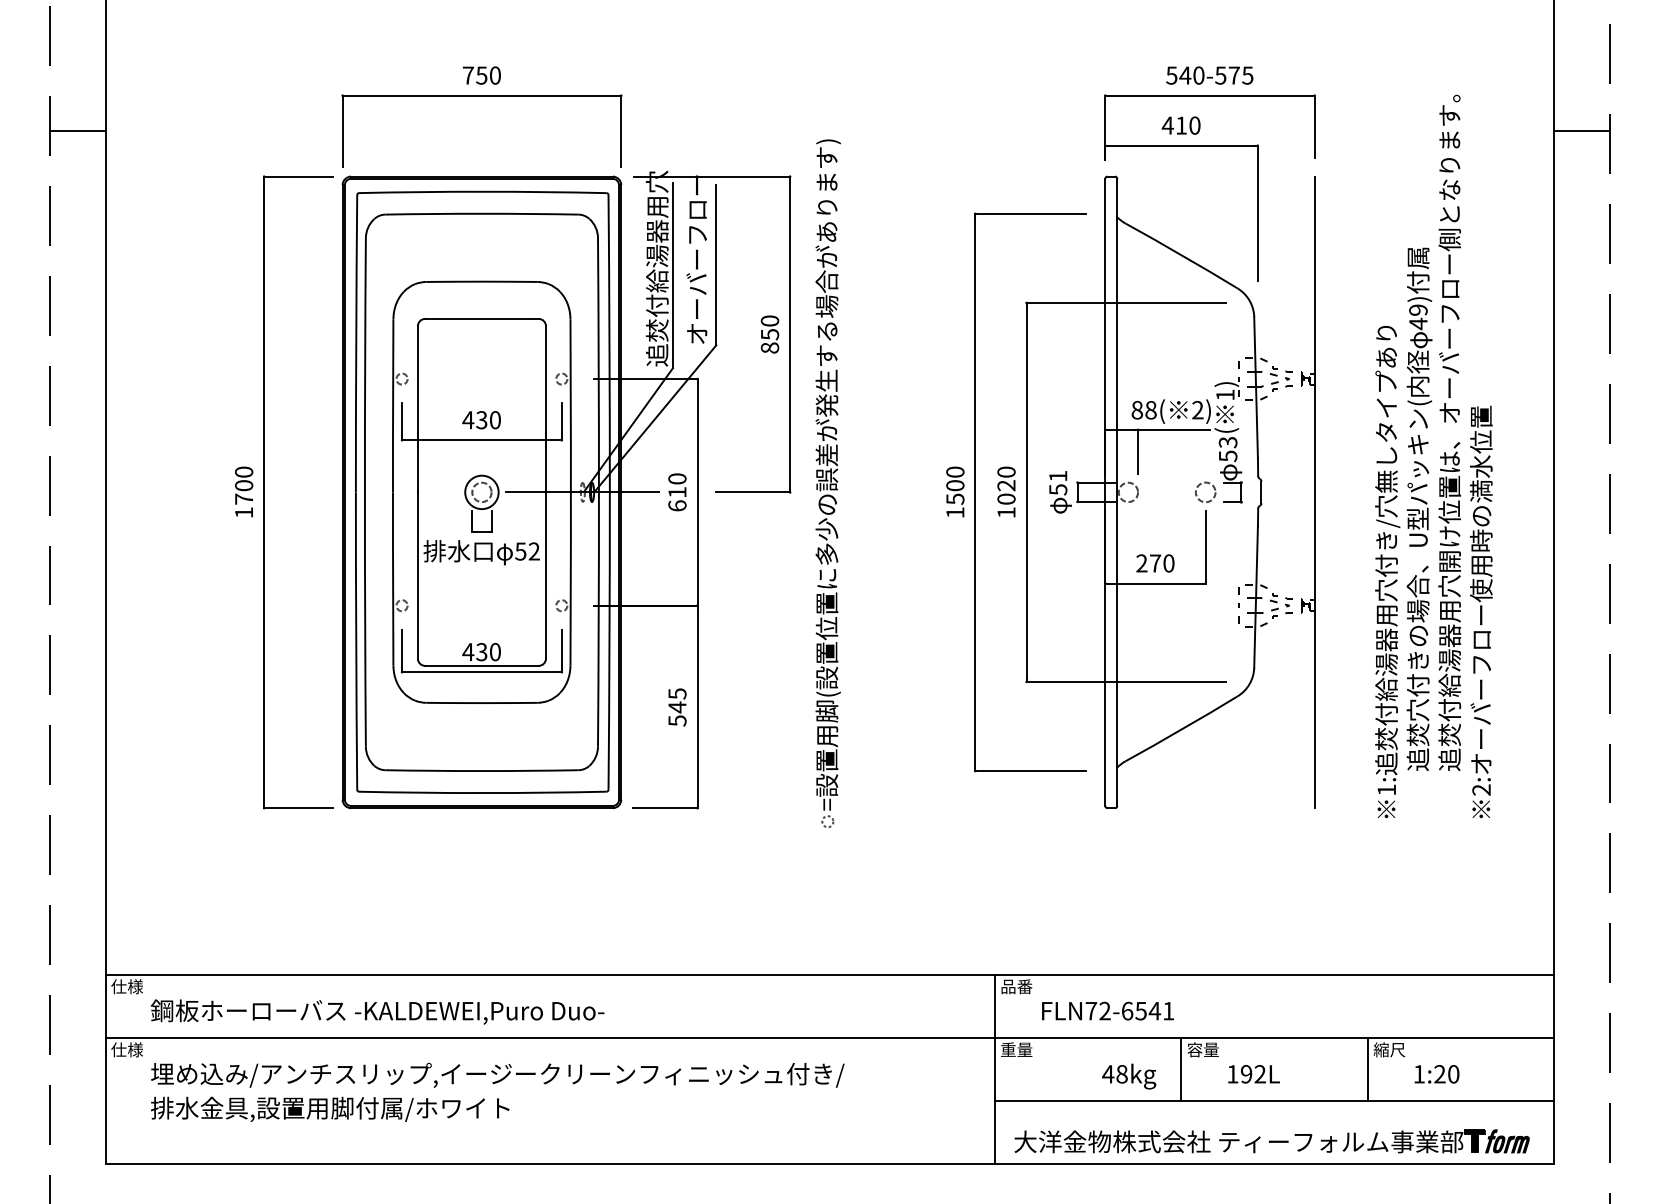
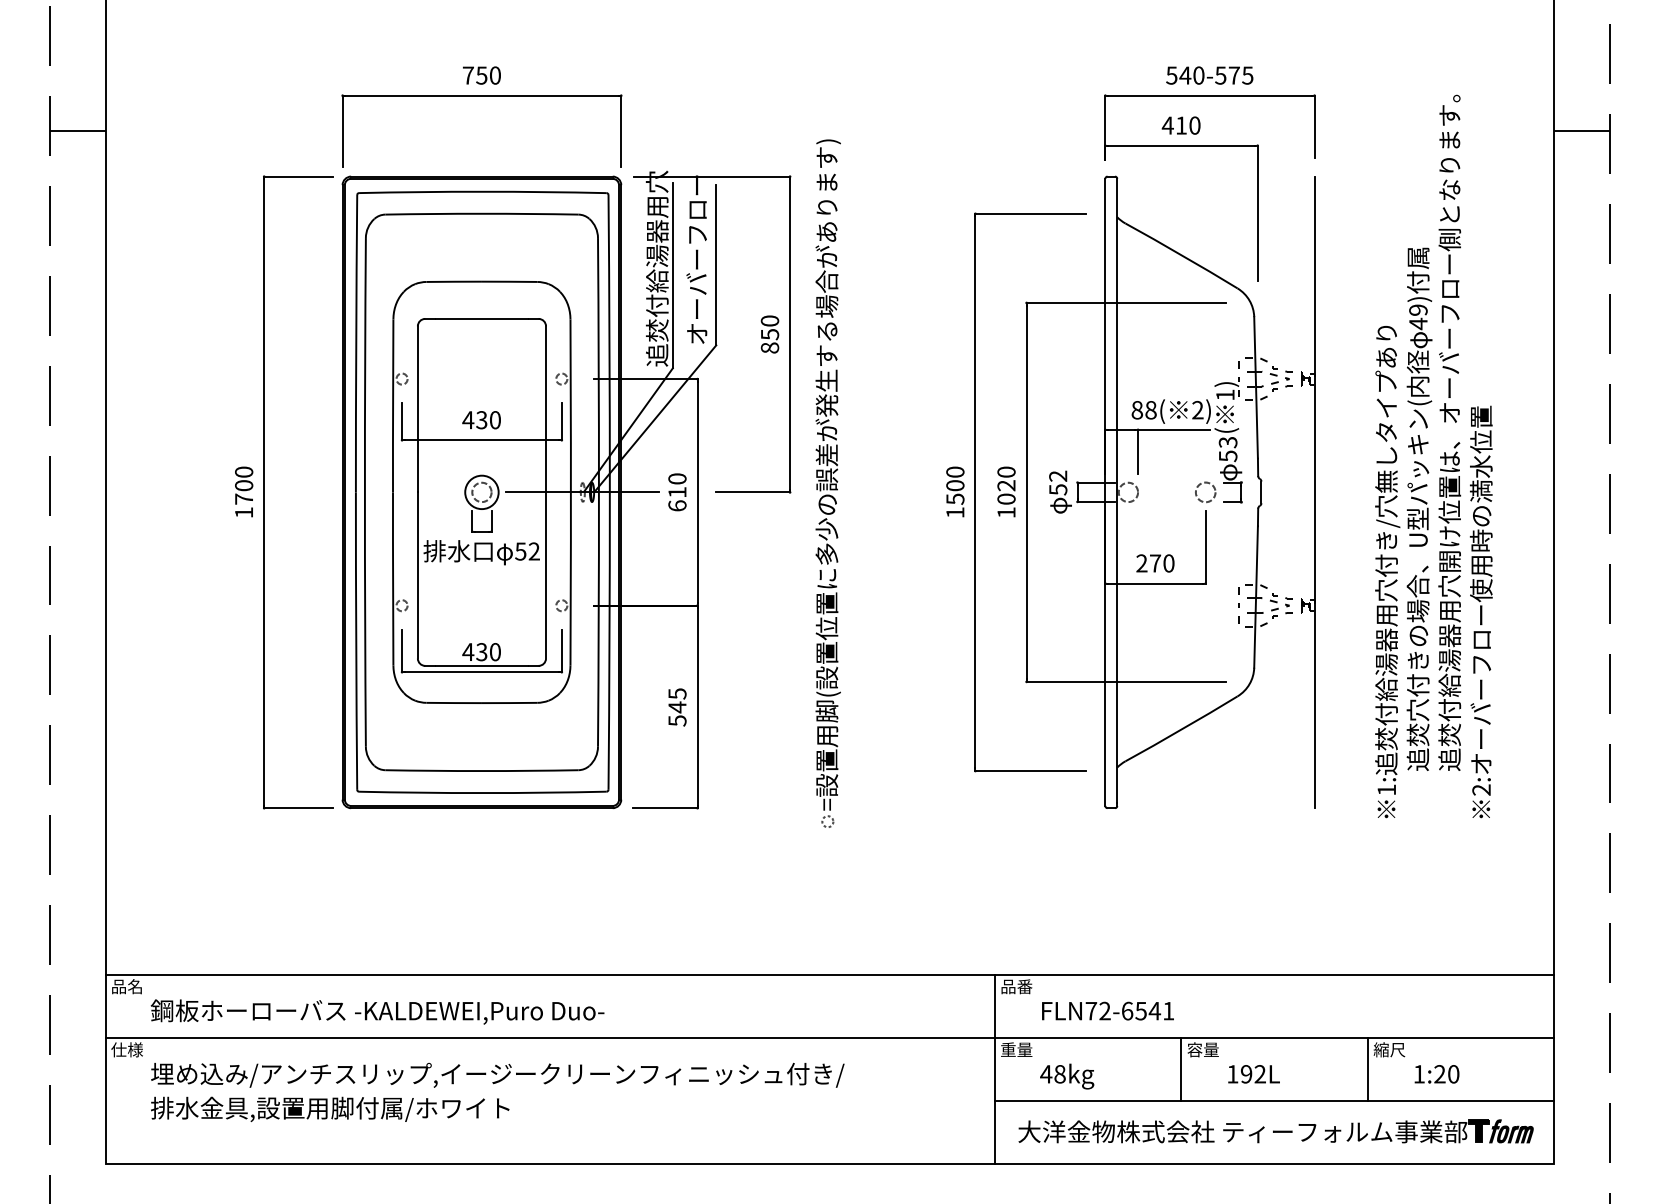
text at (1058, 475): 51 -> 52
text at (126, 986): 仕様 -> 品名
text at (1129, 1076) position: (1129, 1076) -> (1067, 1076)
part at (1271, 1141) position: (1271, 1141) -> (1275, 1131)
